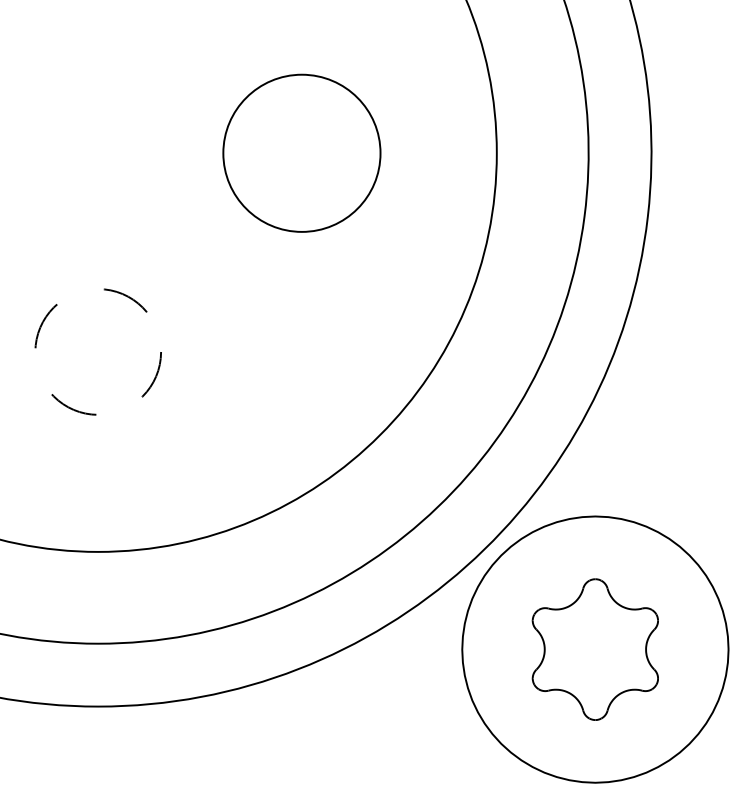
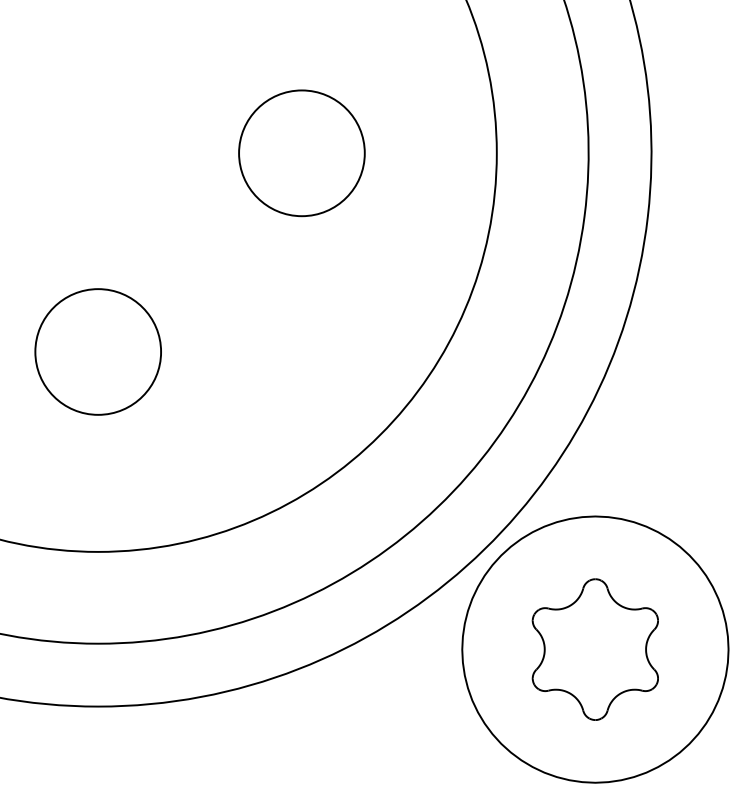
circle at (301, 152) diameter: 157 px -> 126 px
circle at (98, 351): dashed -> solid
